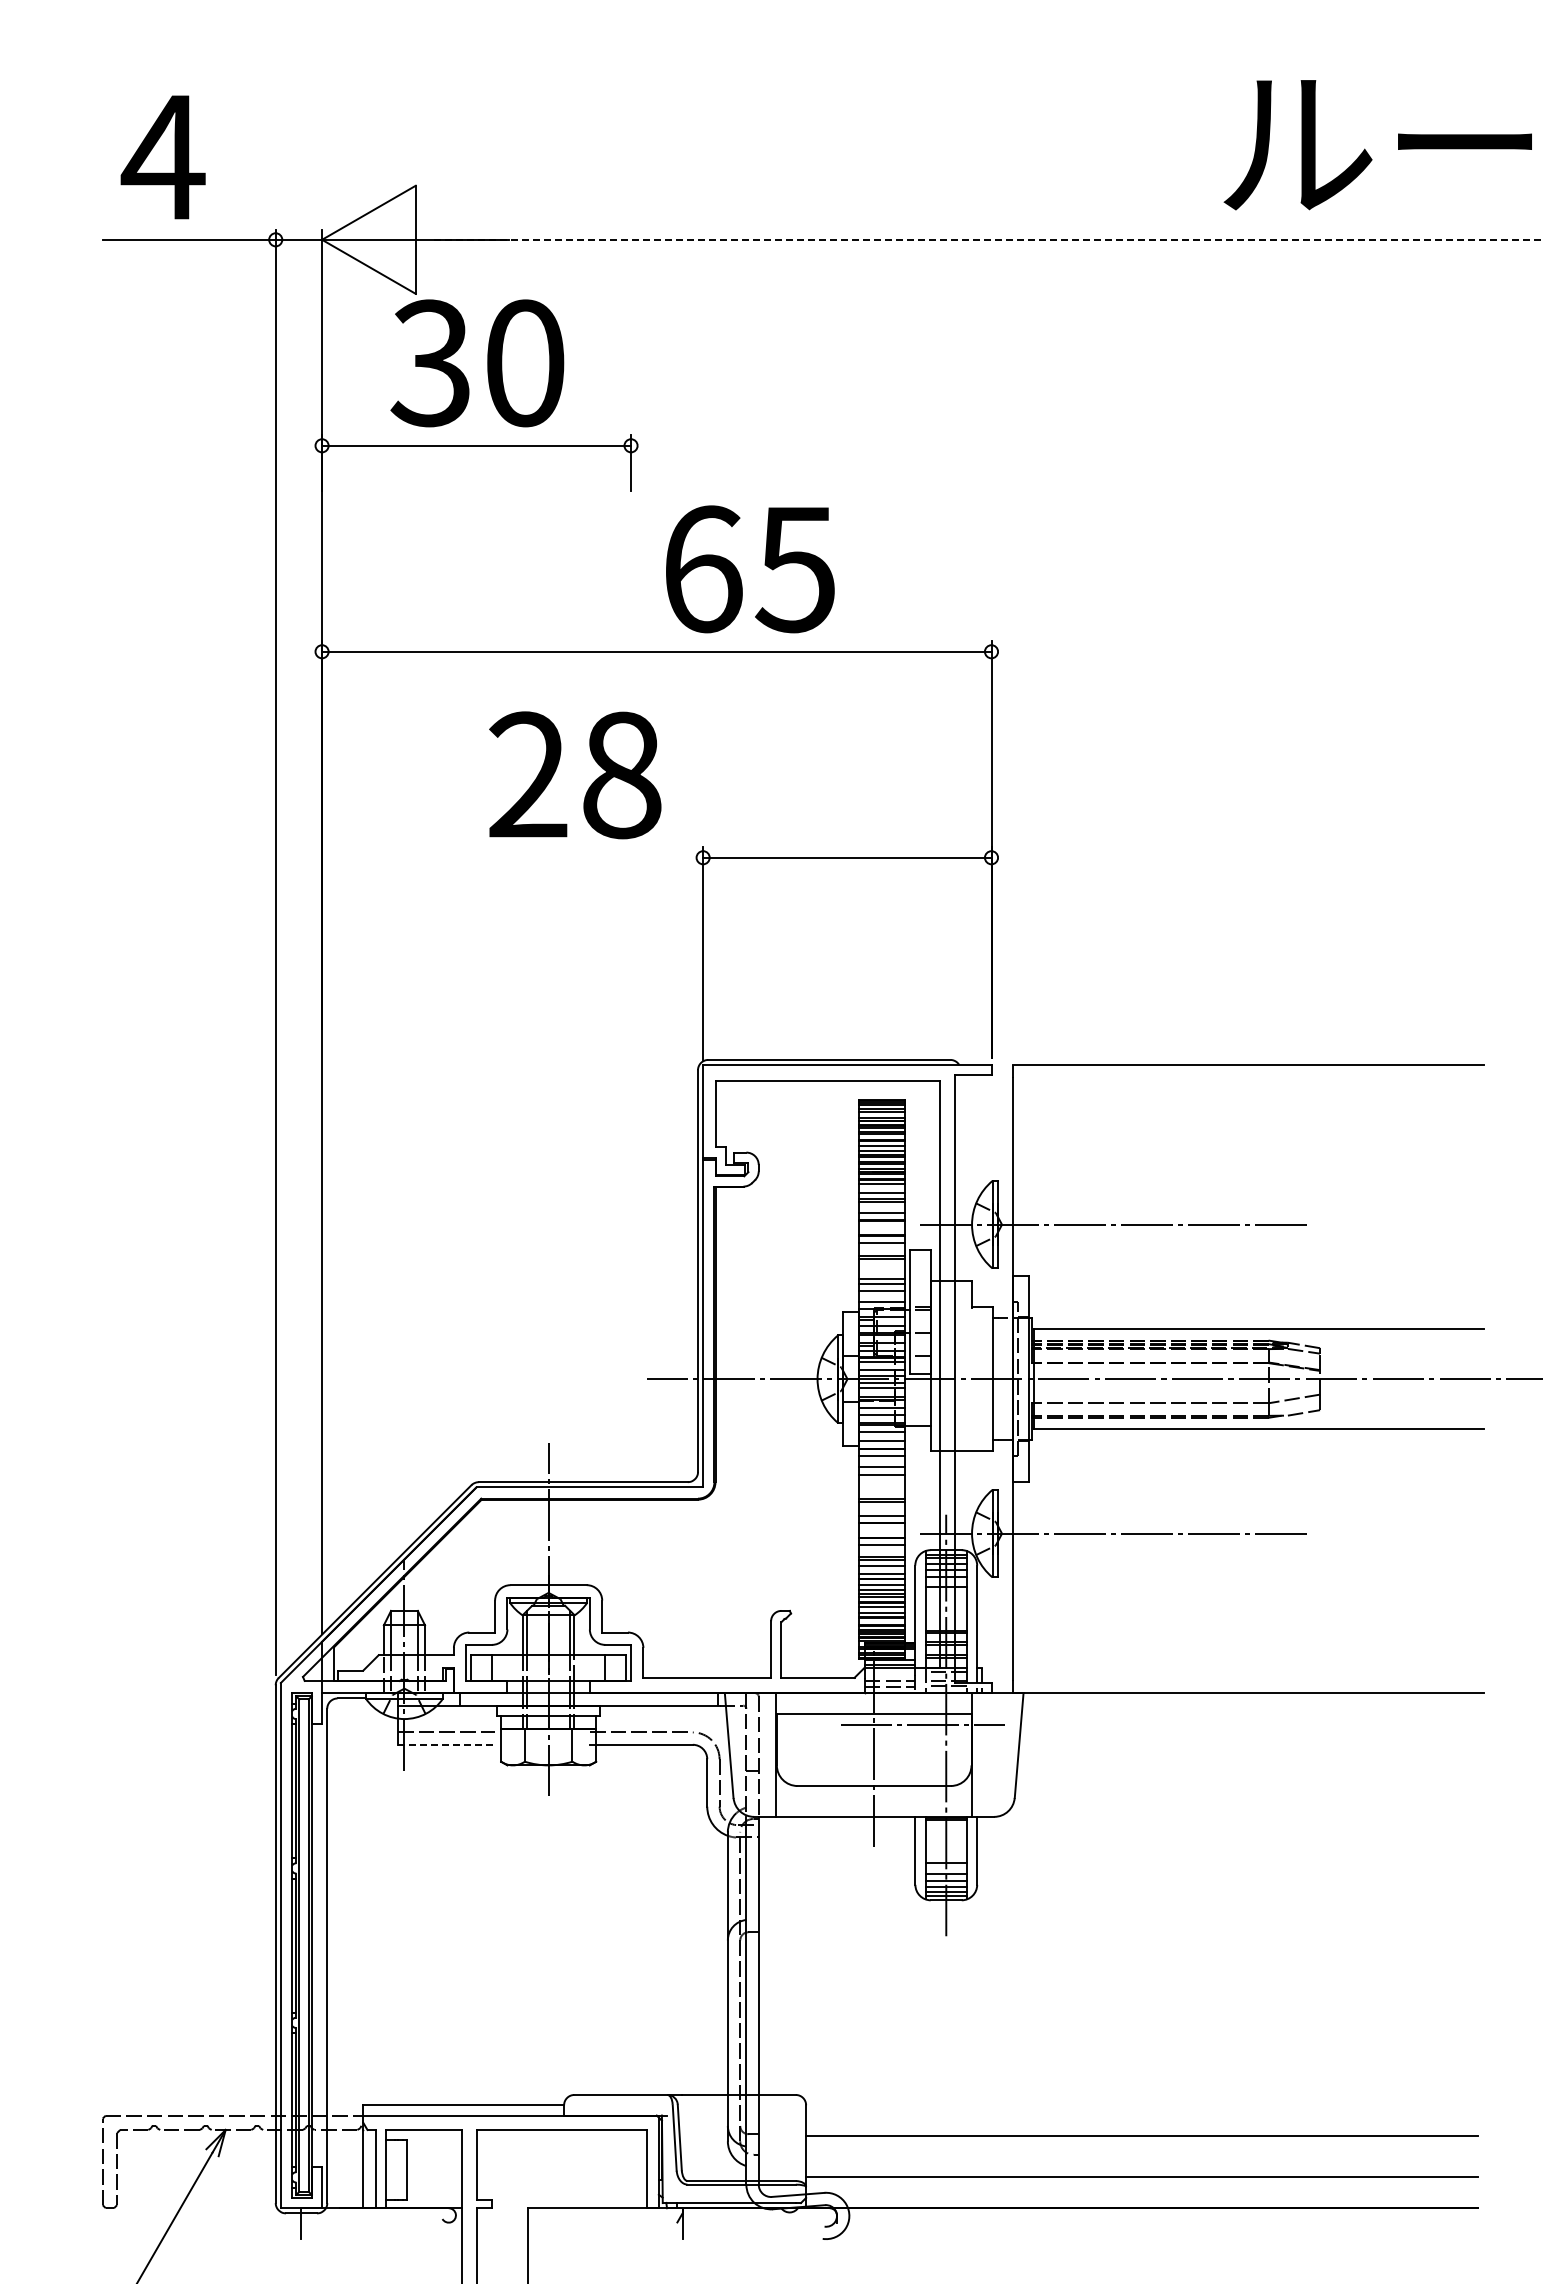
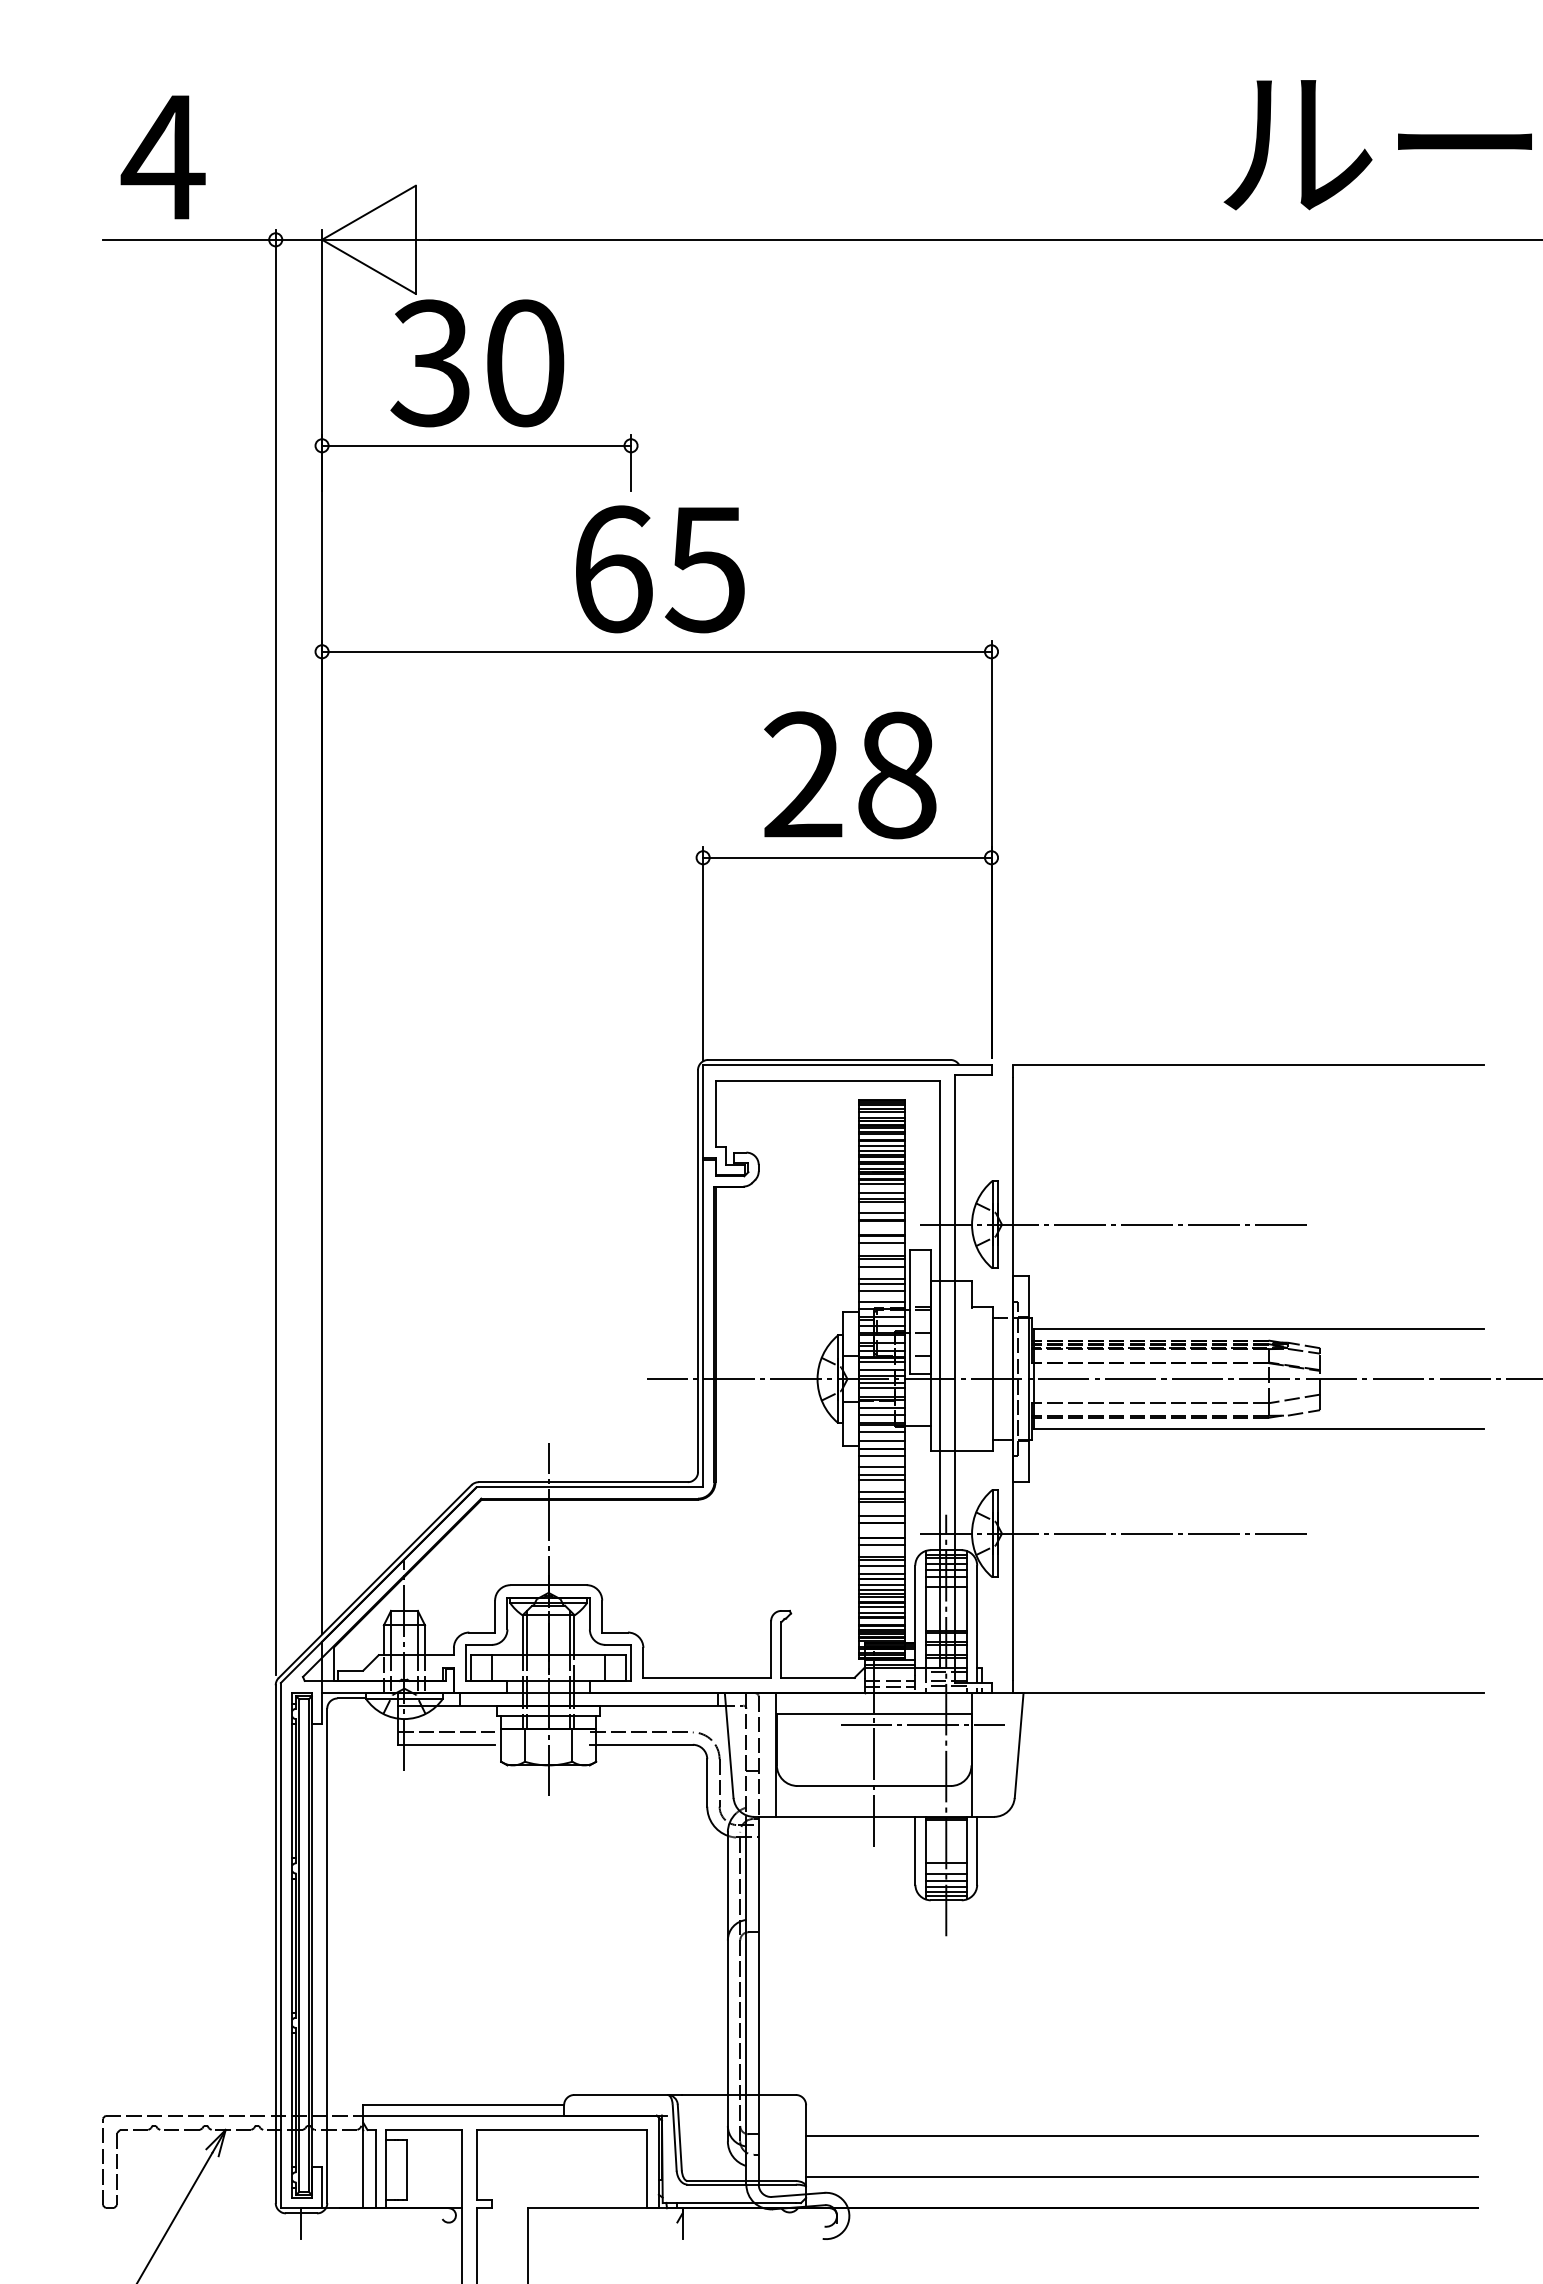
line at (986, 239): dashed -> solid
text at (750, 569) position: (750, 569) -> (660, 569)
text at (575, 775) position: (575, 775) -> (850, 775)
line at (881, 1266): none -> present
line at (881, 1479): none -> present
line at (881, 1491): none -> present
line at (447, 1744): dashed -> solid
